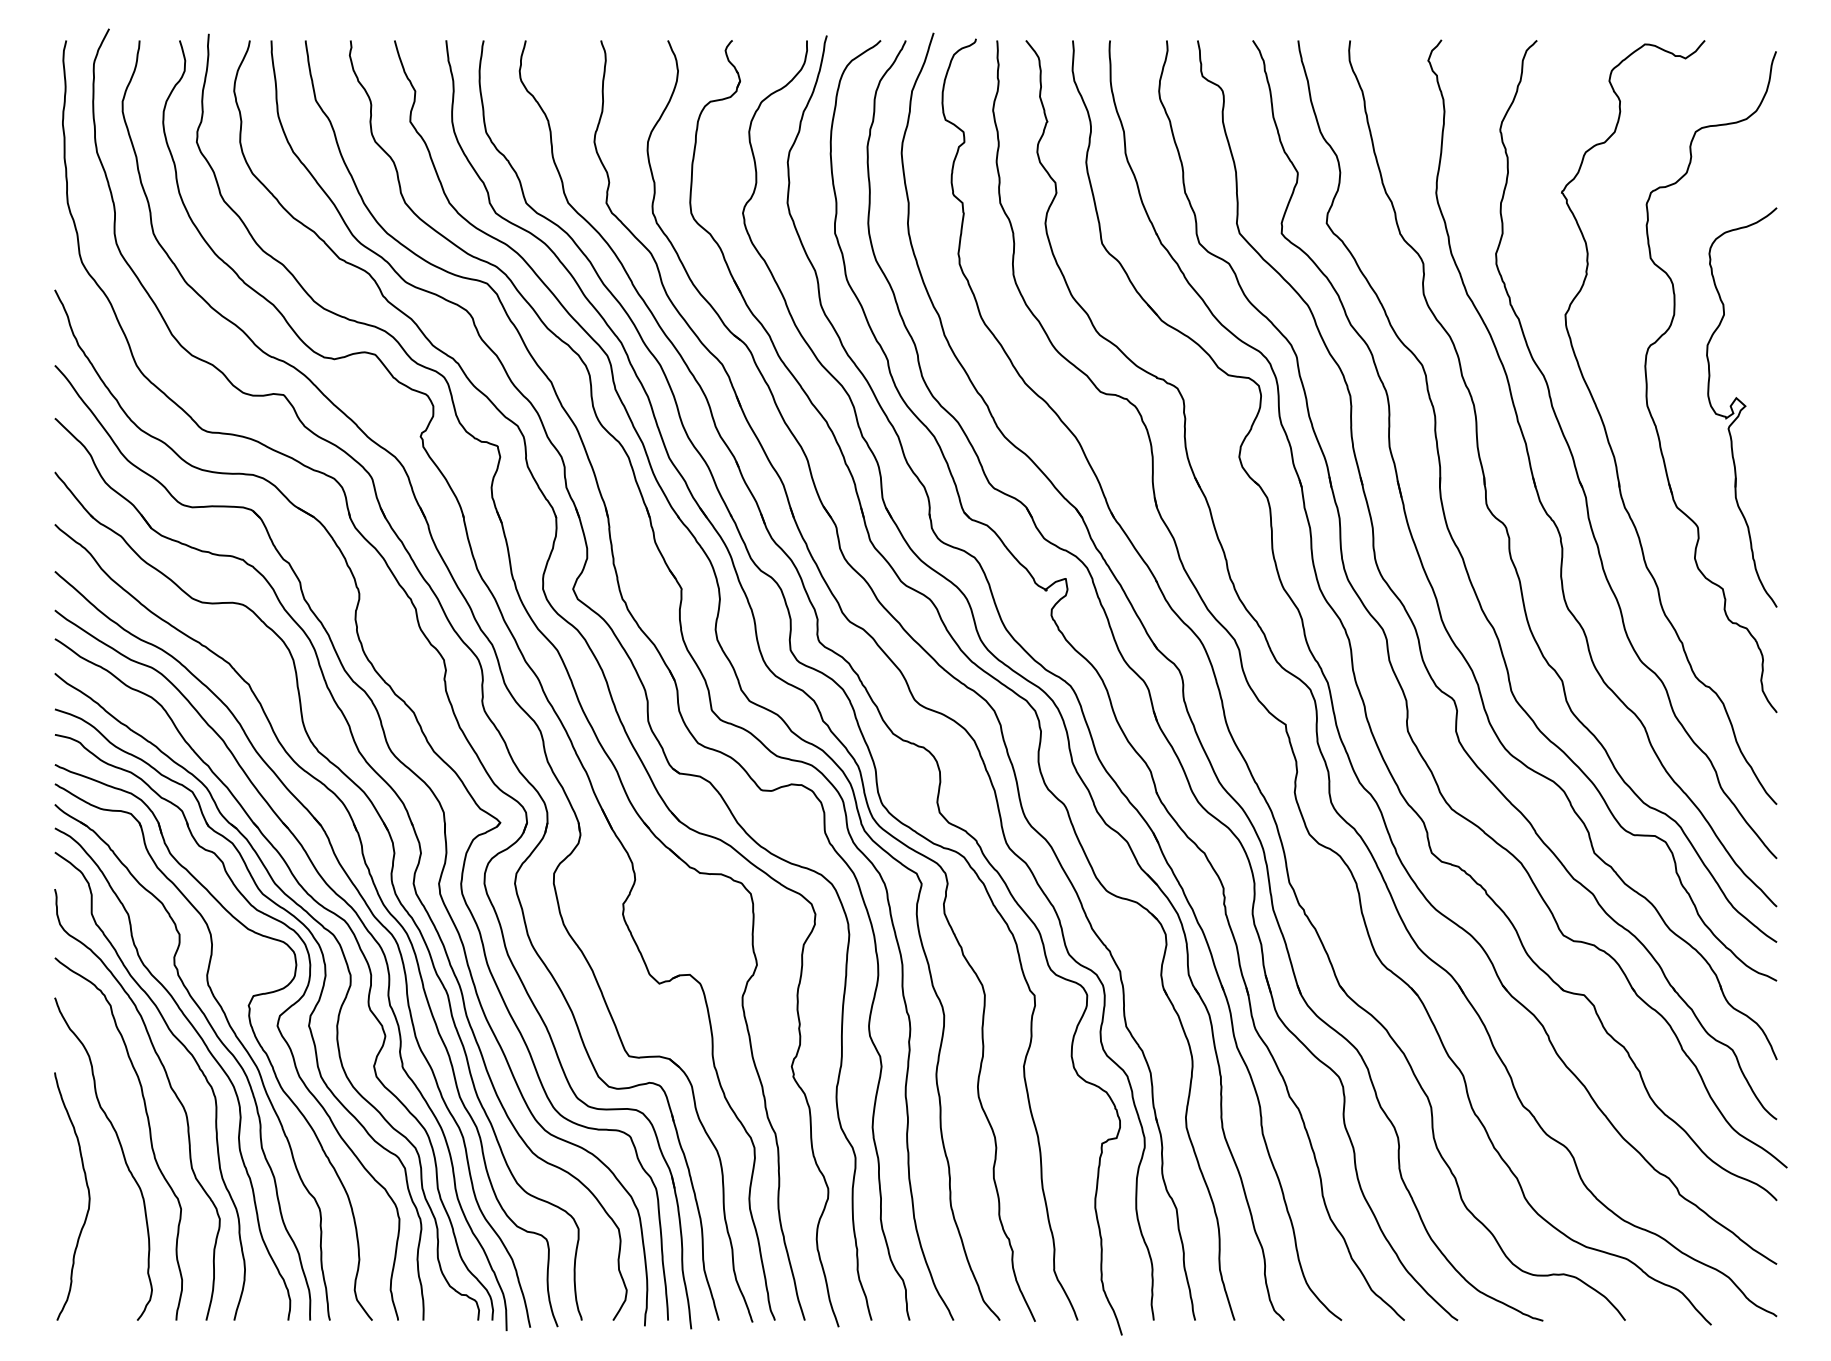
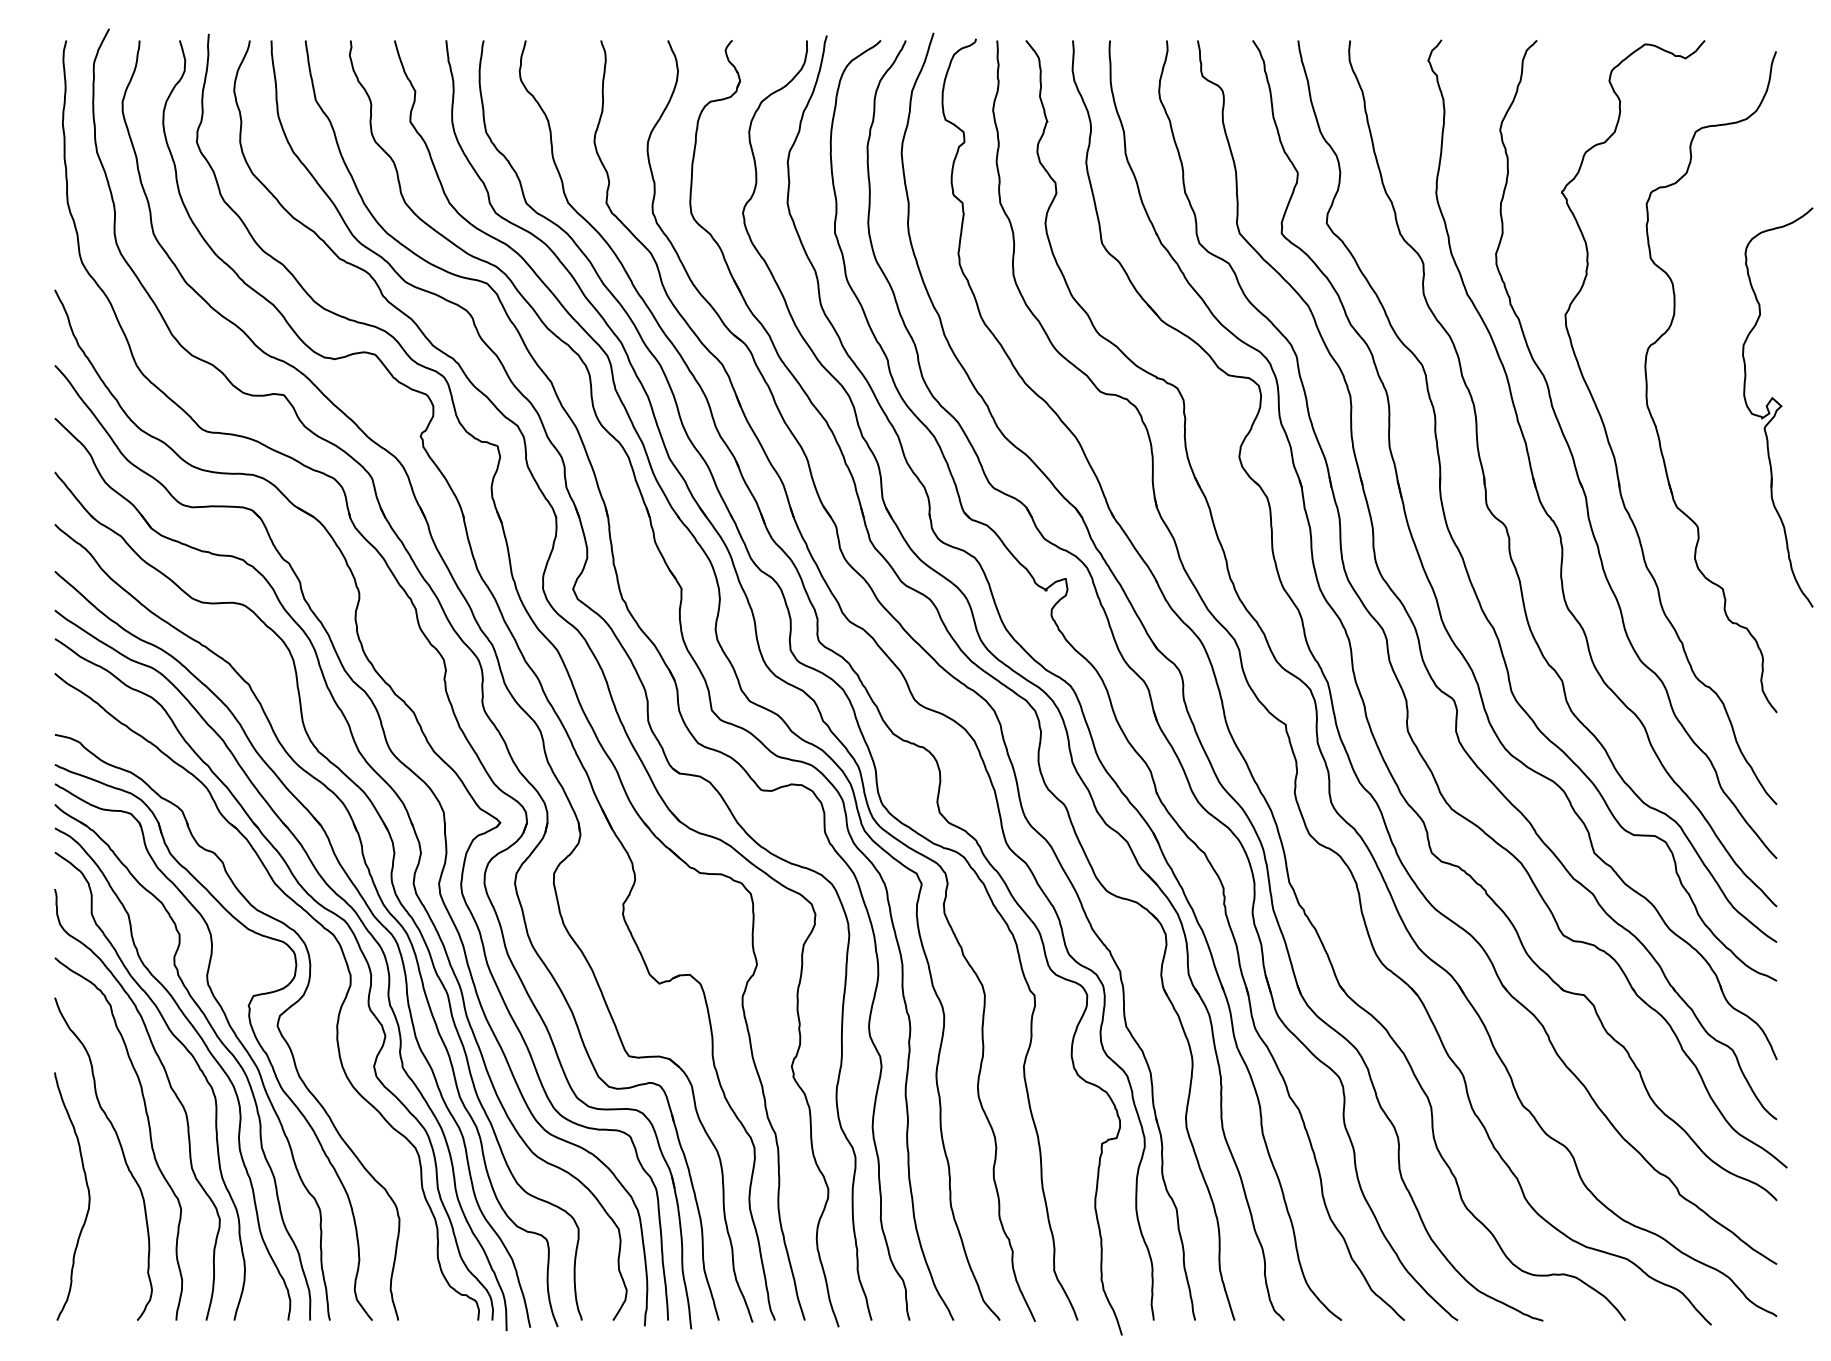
part at (1741, 407) position: (1741, 407) -> (1777, 407)
part at (308, 1021): present -> none
